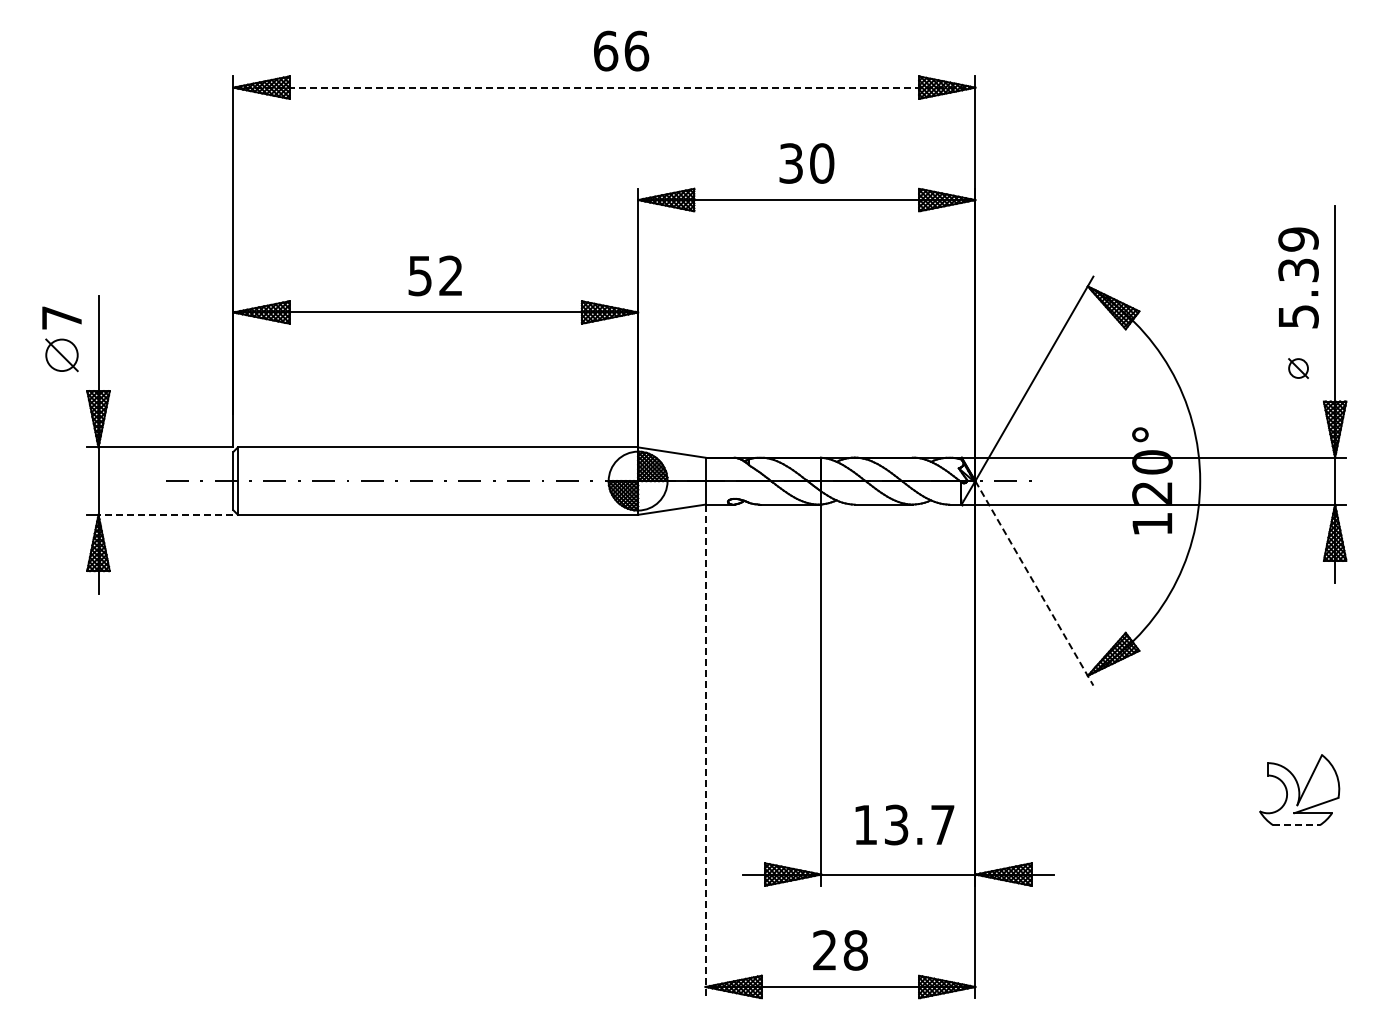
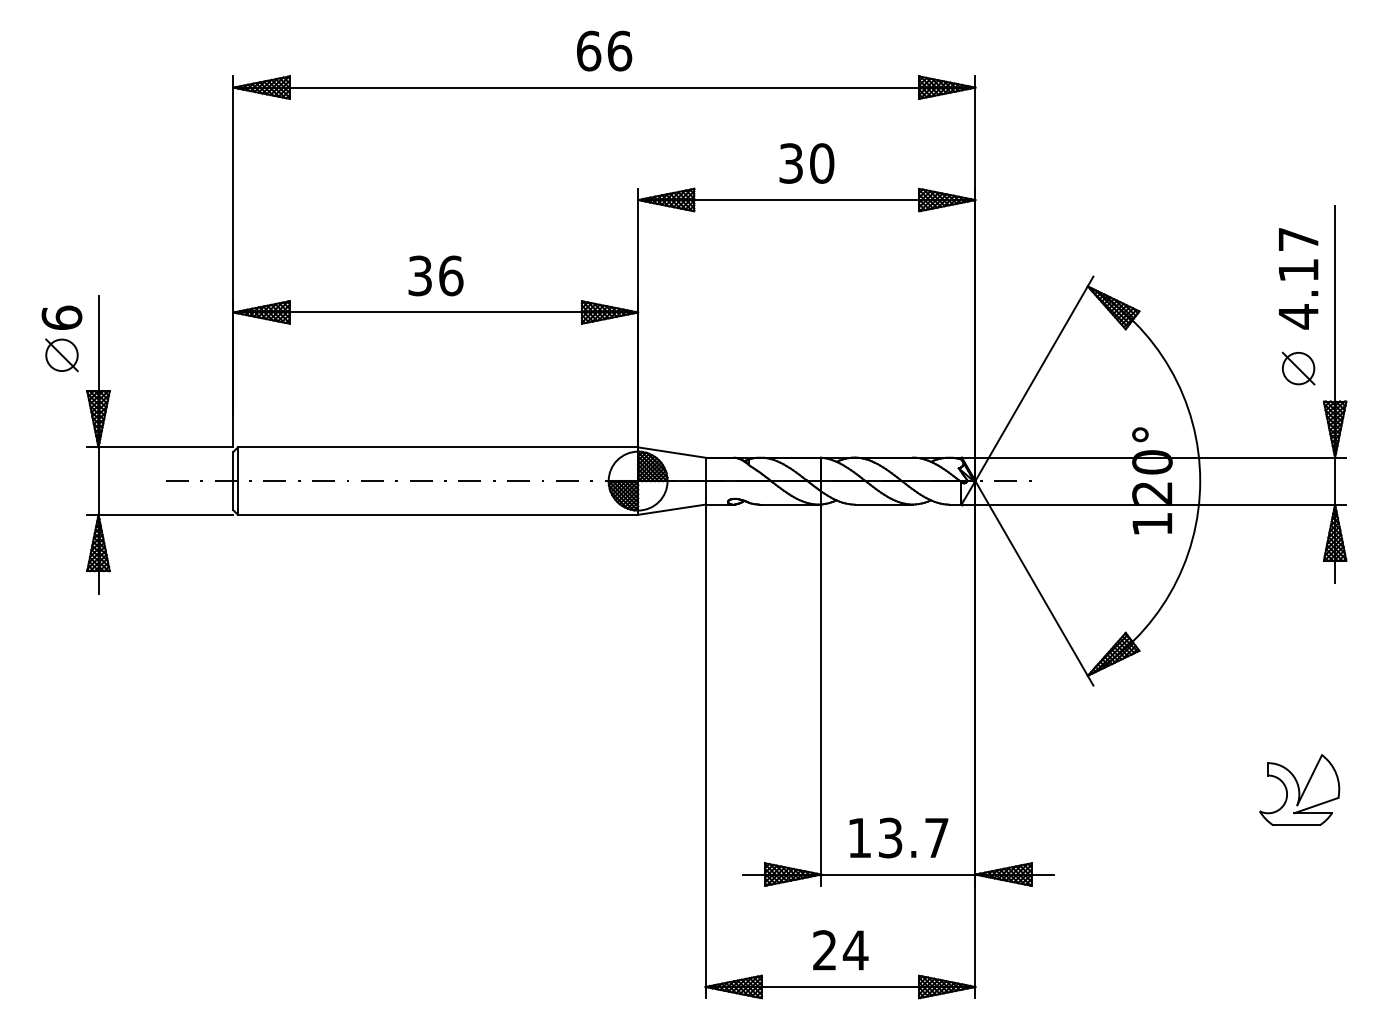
text at (621, 50) position: (621, 50) -> (604, 50)
line at (604, 87): dashed -> solid
text at (436, 275): 52 -> 36
text at (1298, 278): 5.39 -> 4.17
text at (61, 317): 7 -> 6
part at (1298, 368) size: 21x21 px -> 35x35 px
line at (165, 514): dashed -> solid
line at (1034, 583): dashed -> solid
line at (705, 751): dashed -> solid
text at (904, 824) position: (904, 824) -> (898, 837)
line at (1297, 825): dashed -> solid
text at (855, 950): 28 -> 24
